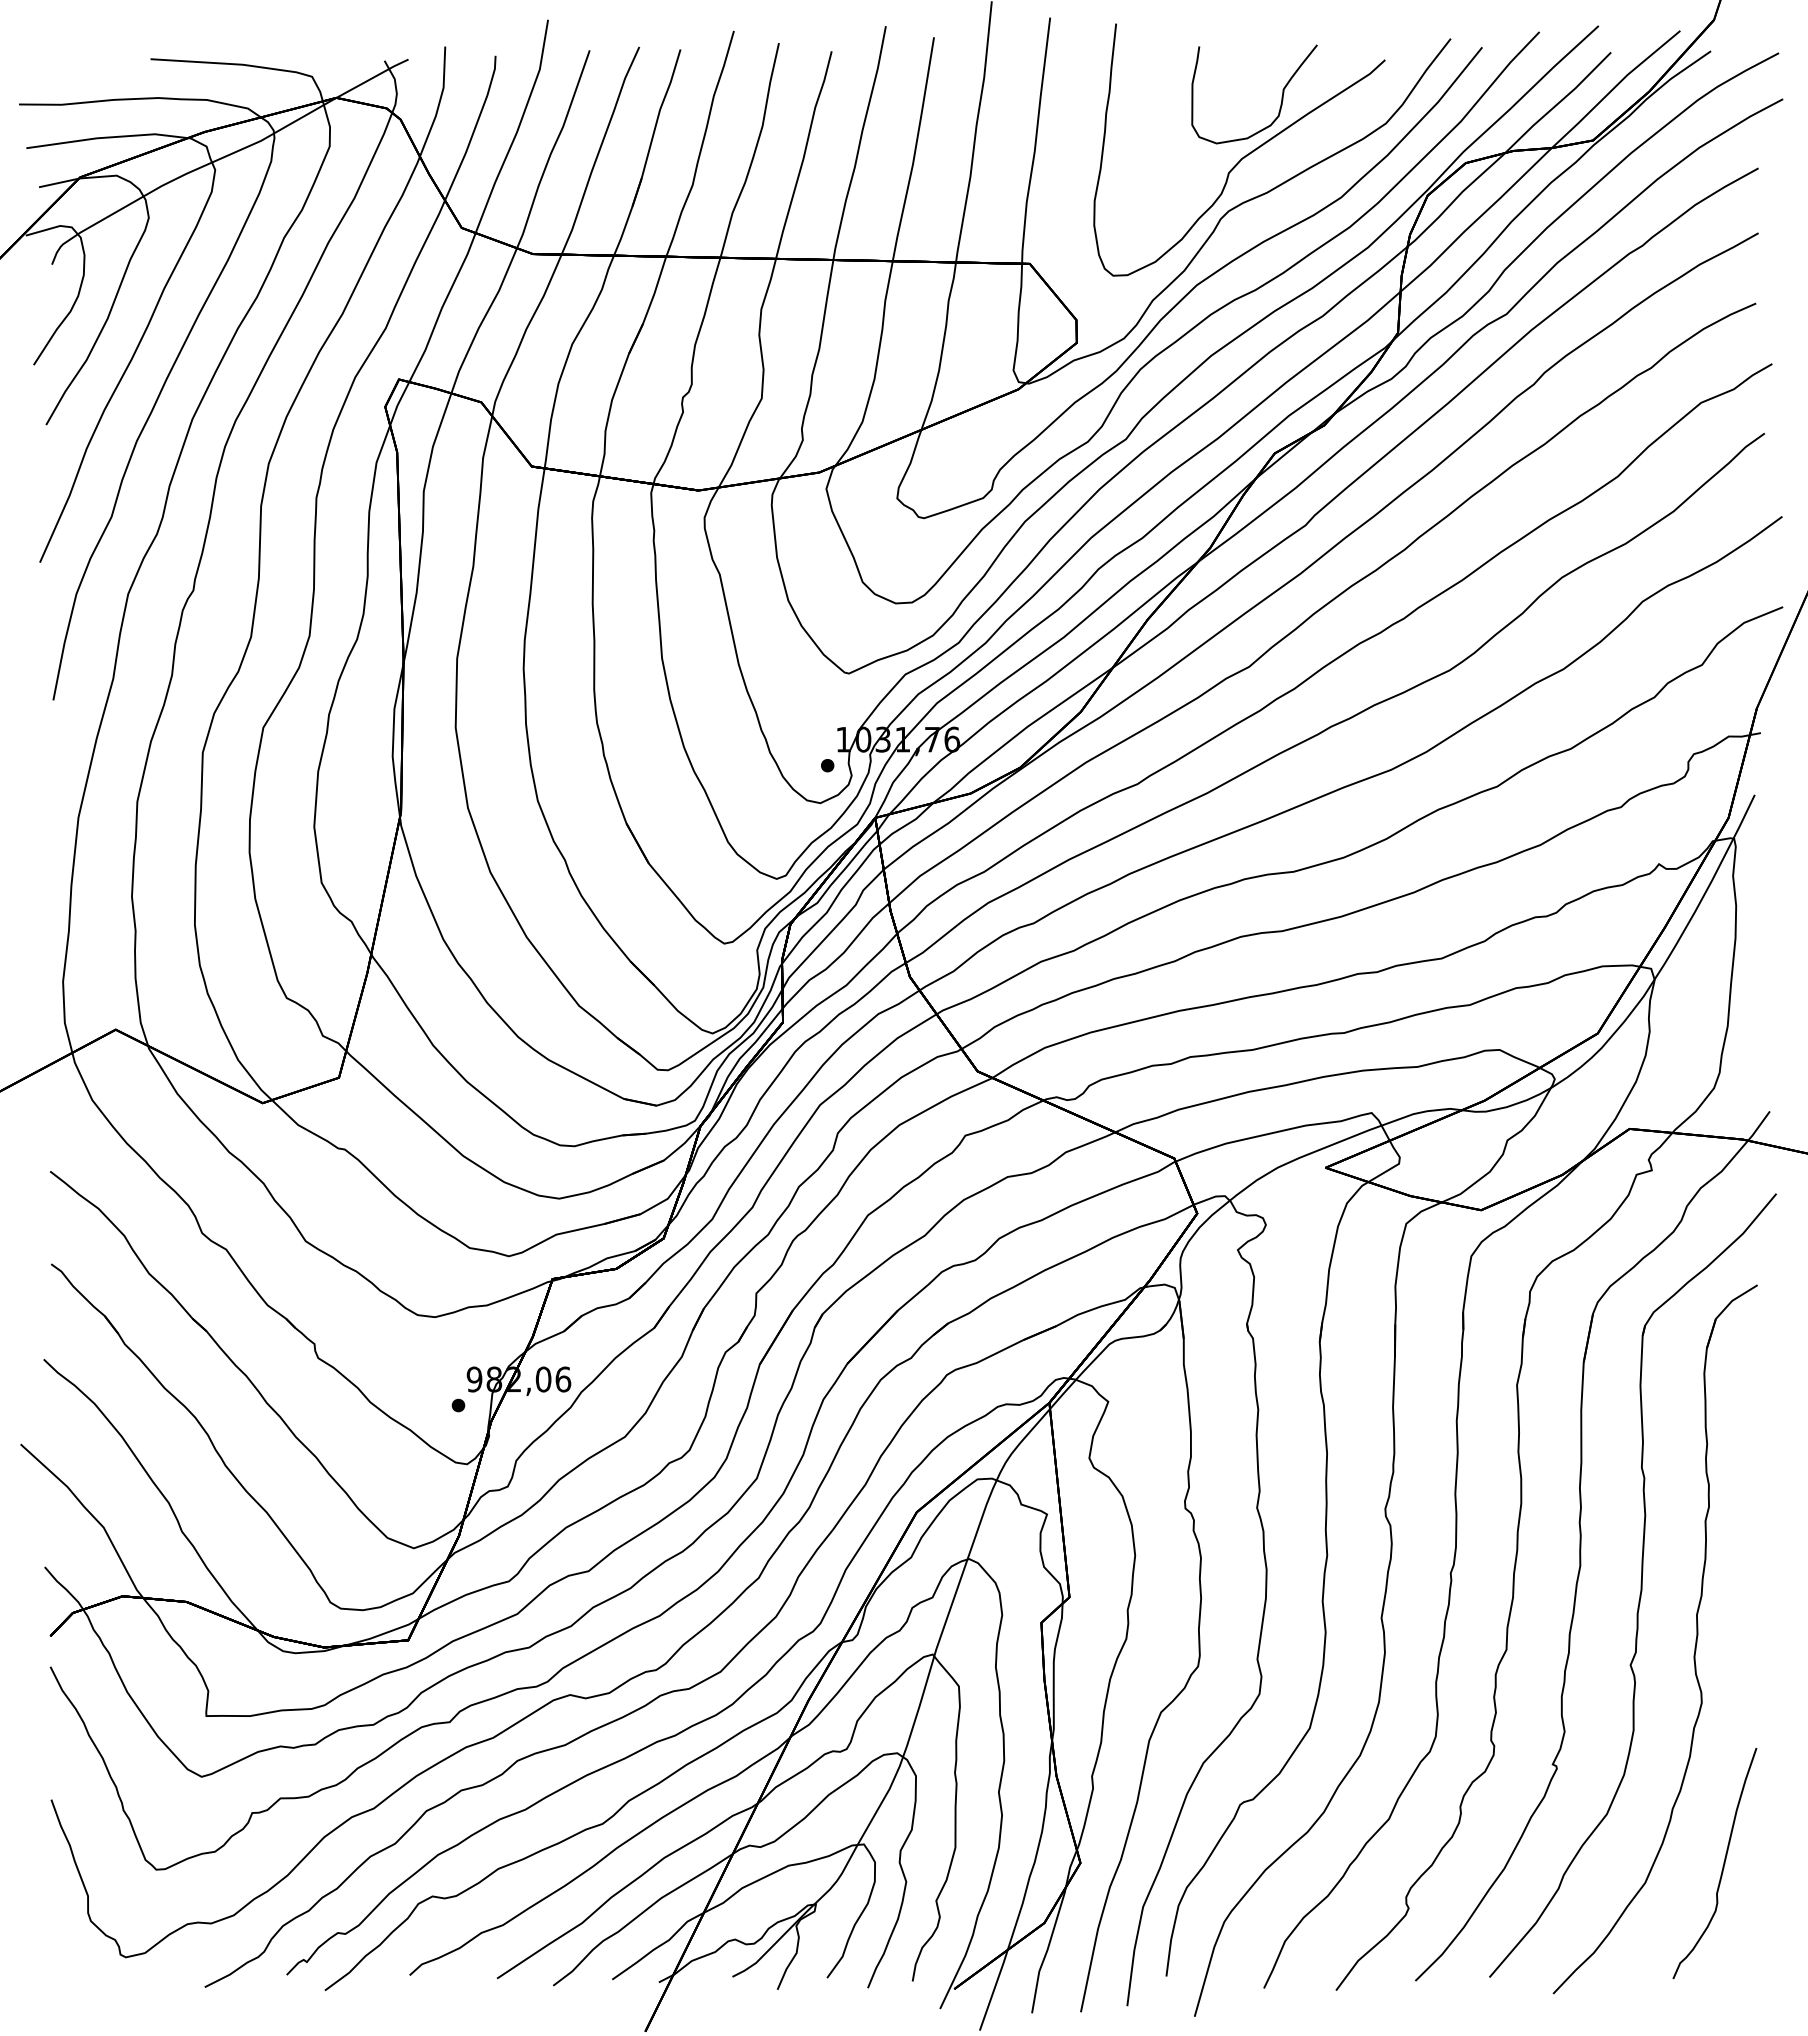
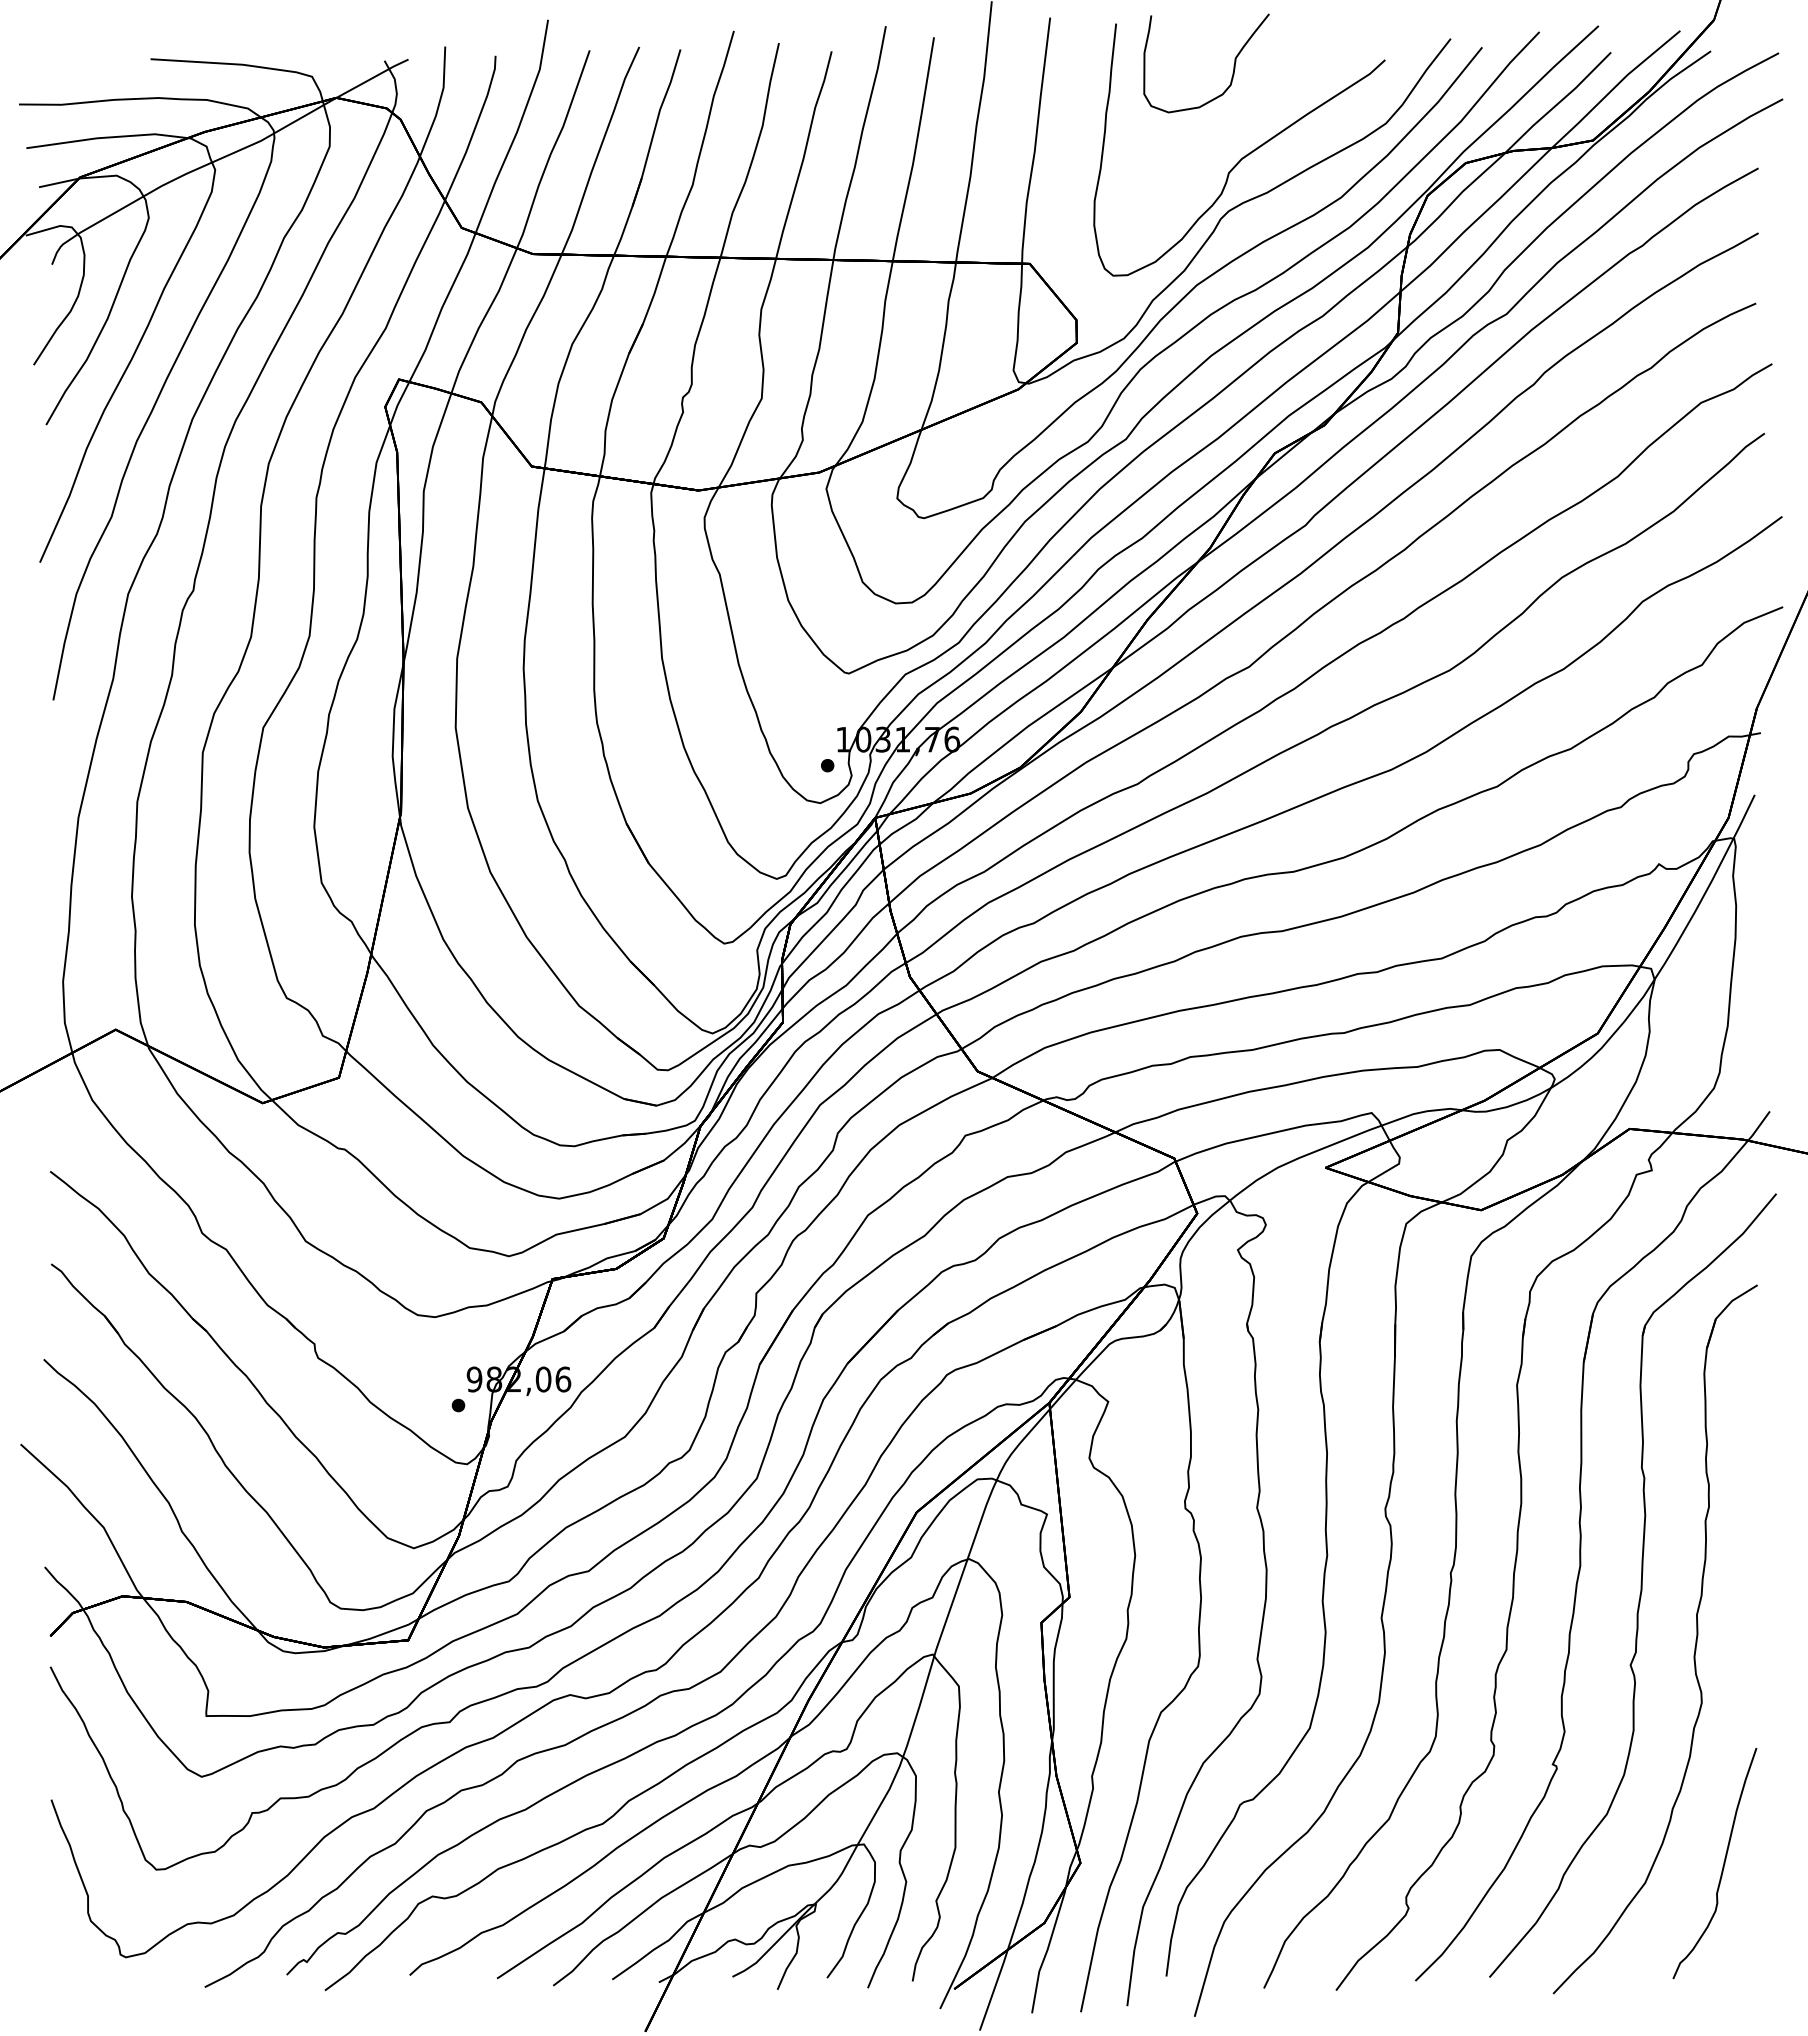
curve at (1281, 96) position: (1281, 96) -> (1233, 65)
